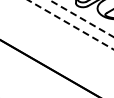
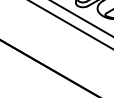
line at (81, 18): dashed -> solid
line at (70, 24): dashed -> solid
